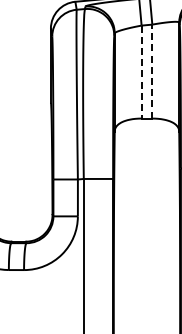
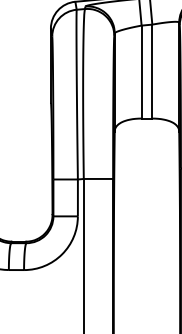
line at (152, 71): dashed -> solid
line at (141, 72): dashed -> solid
